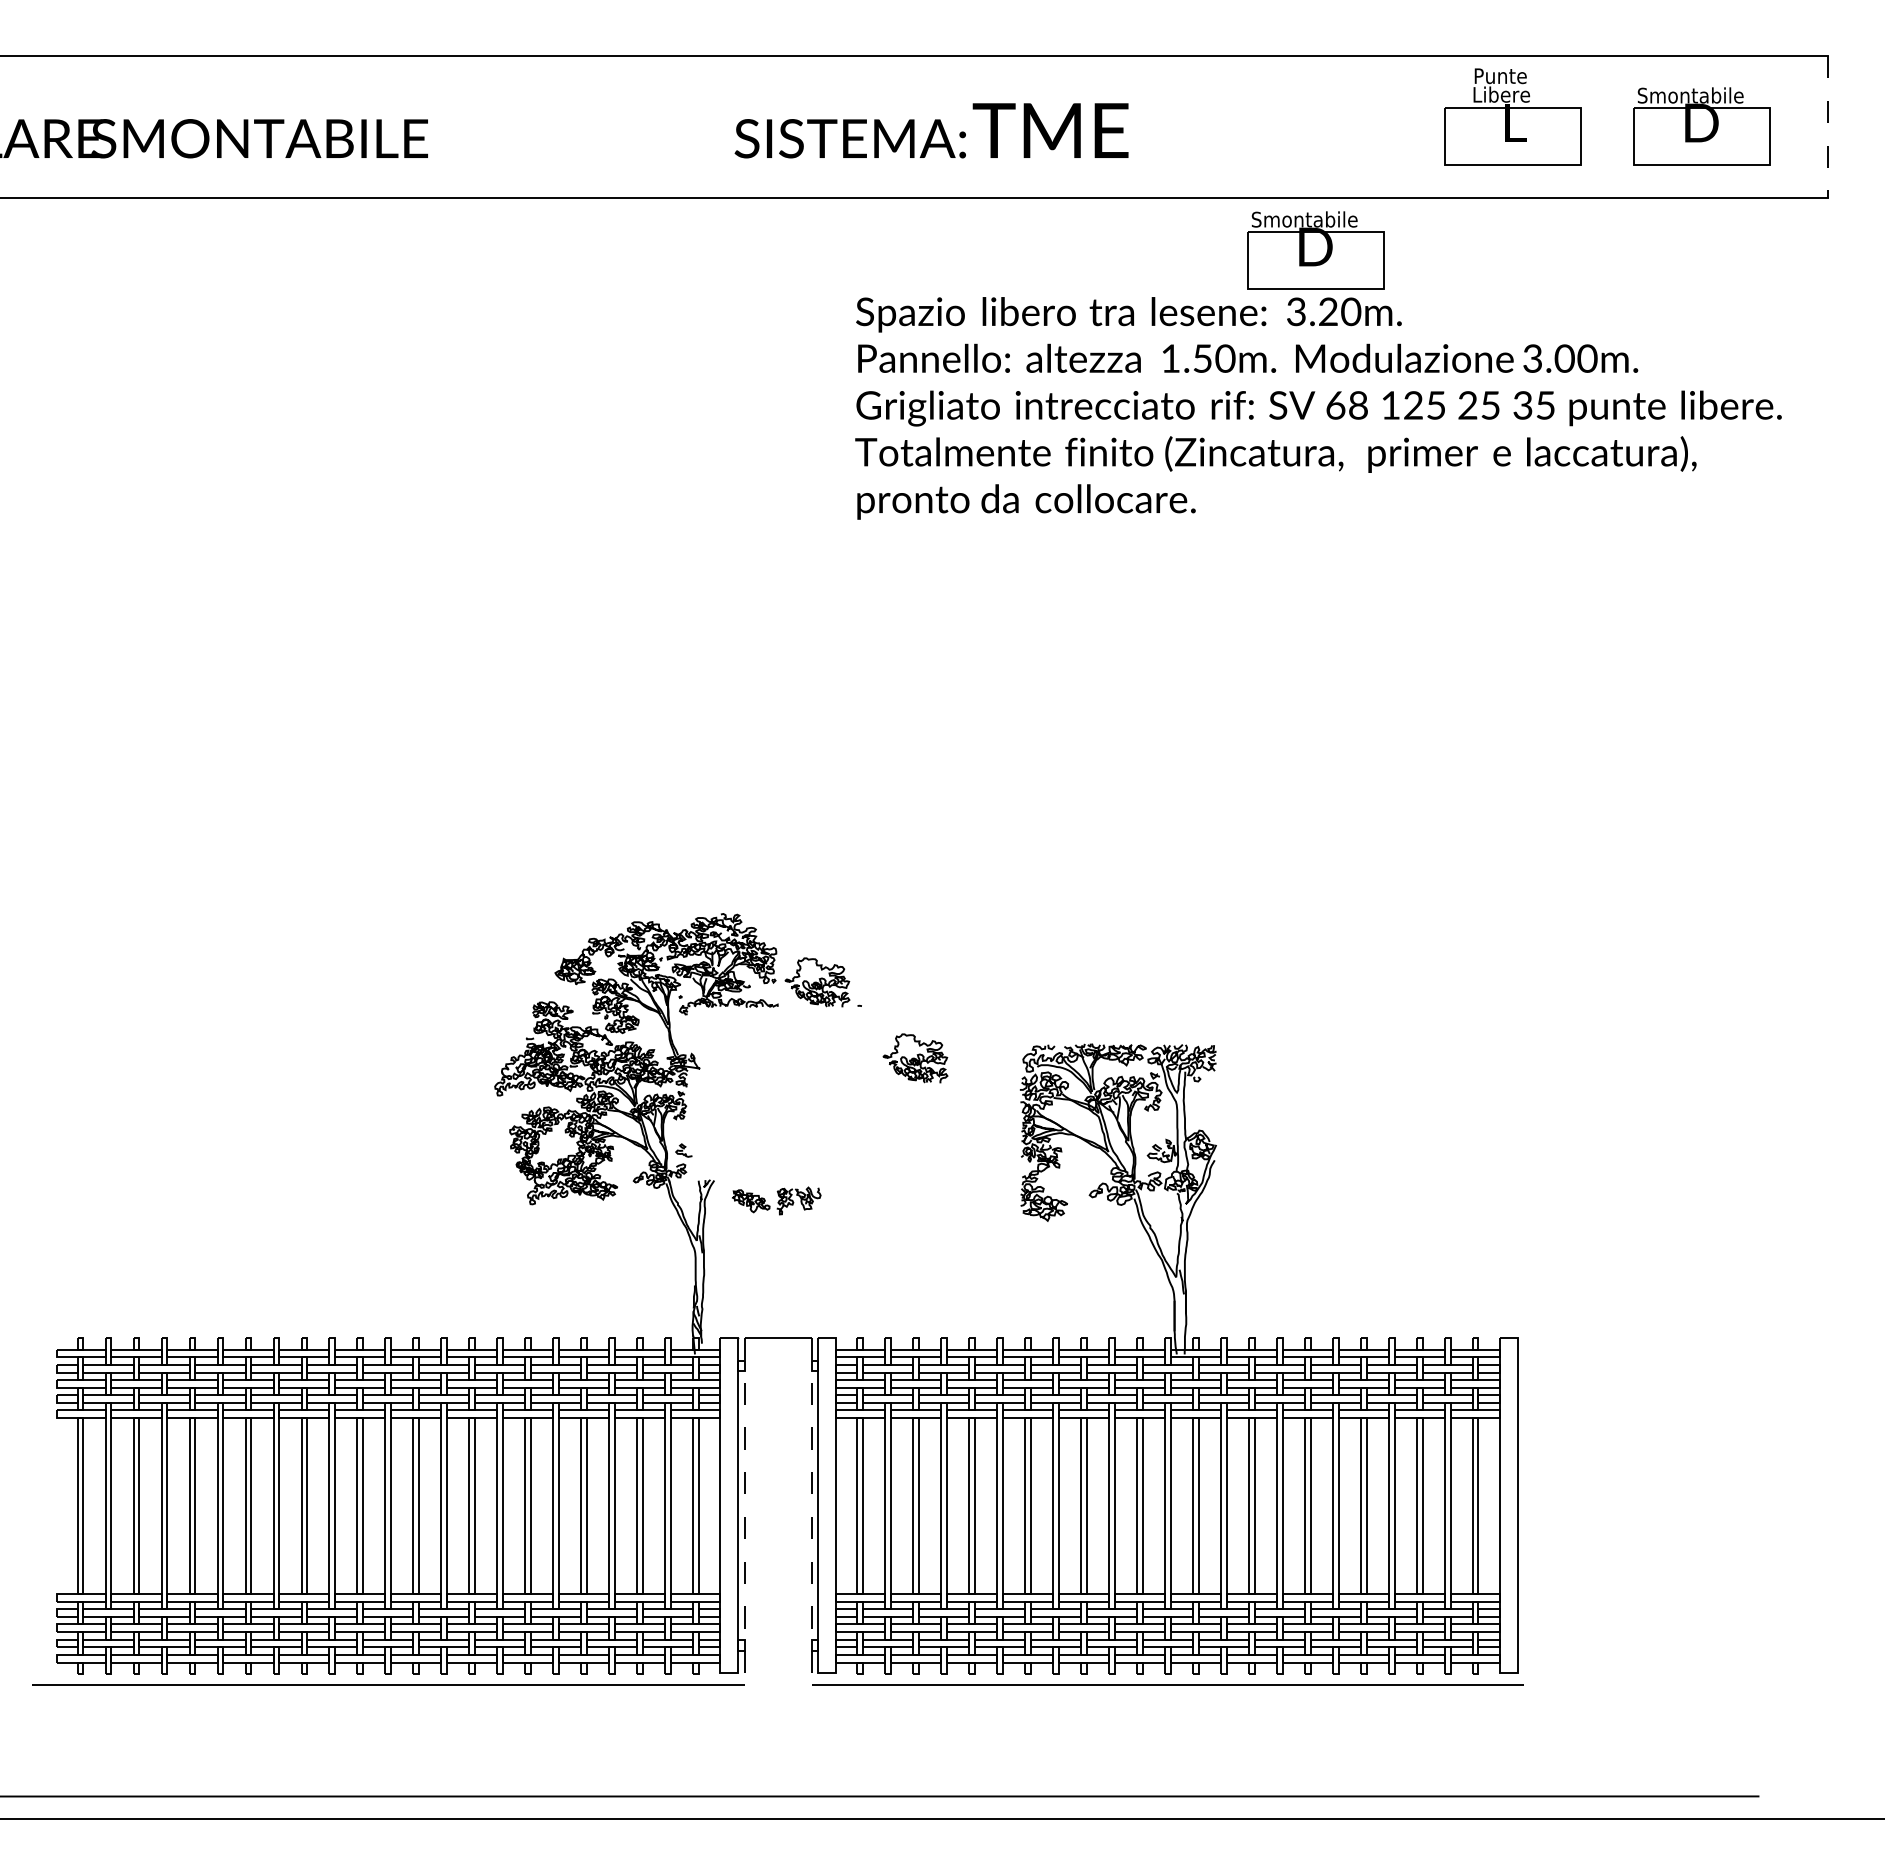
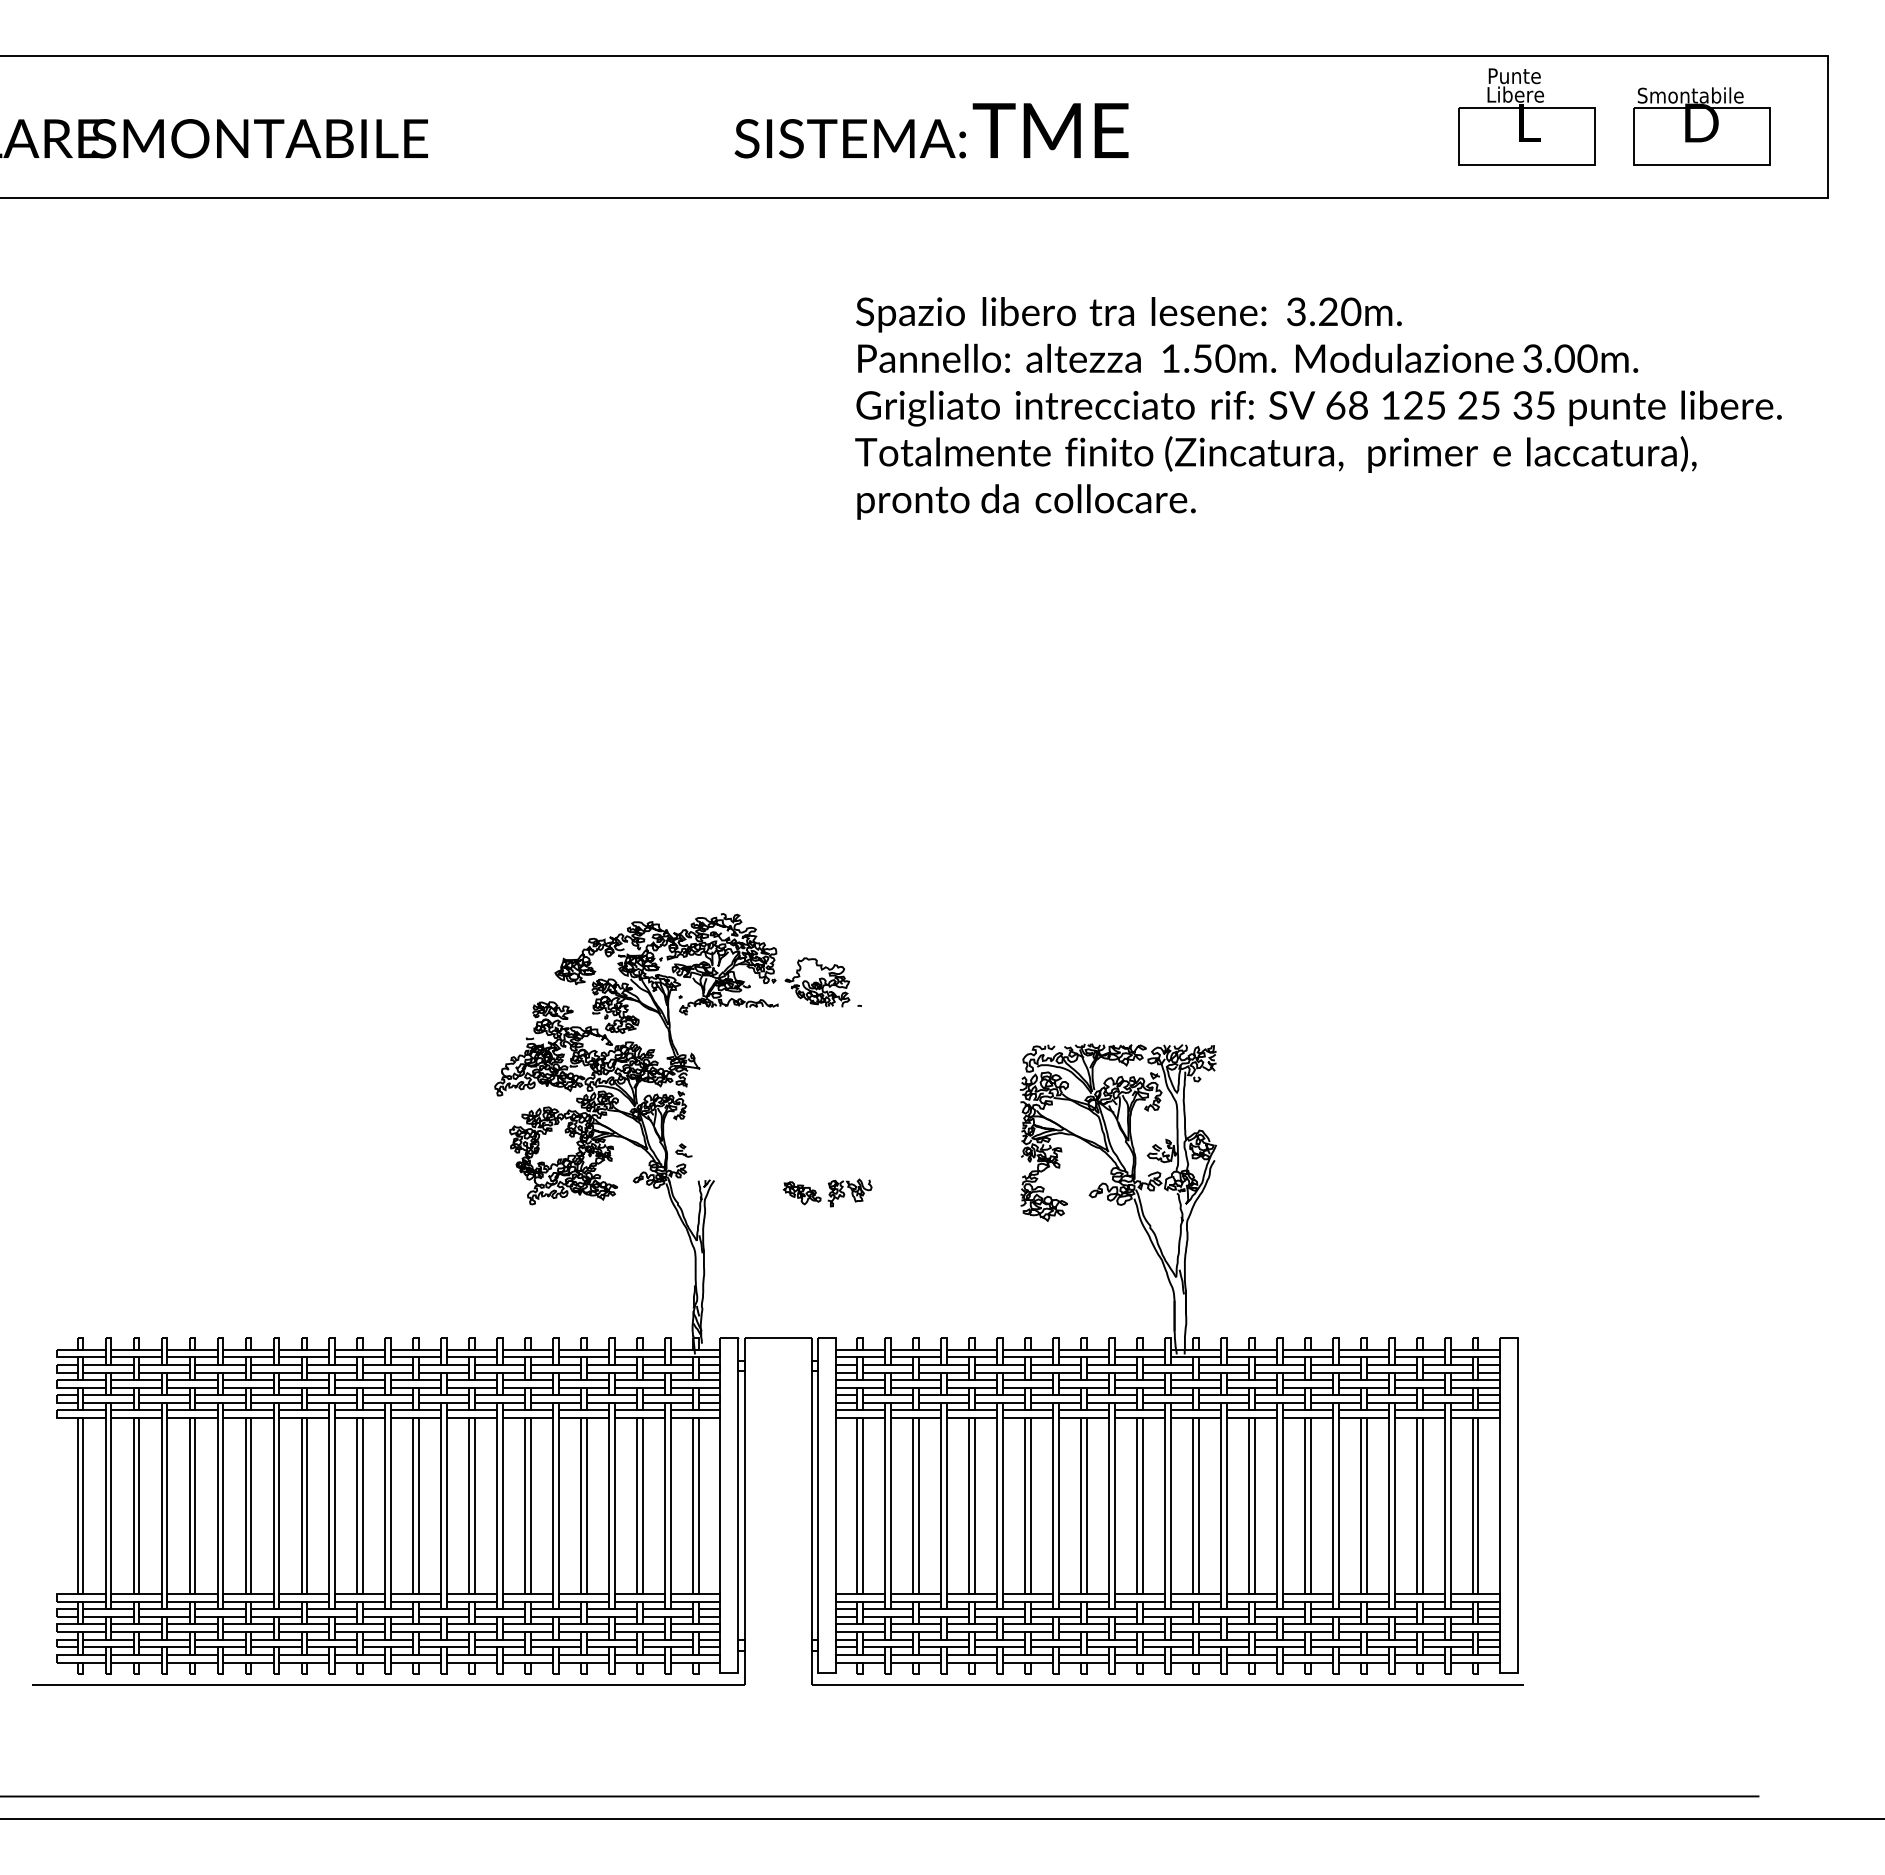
part at (1512, 116) position: (1512, 116) -> (1526, 116)
line at (1828, 127): dashed -> solid
part at (1315, 250): present -> none
part at (915, 1058): present -> none
part at (776, 1200) position: (776, 1200) -> (827, 1192)
line at (744, 1511): dashed -> solid
line at (811, 1511): dashed -> solid
